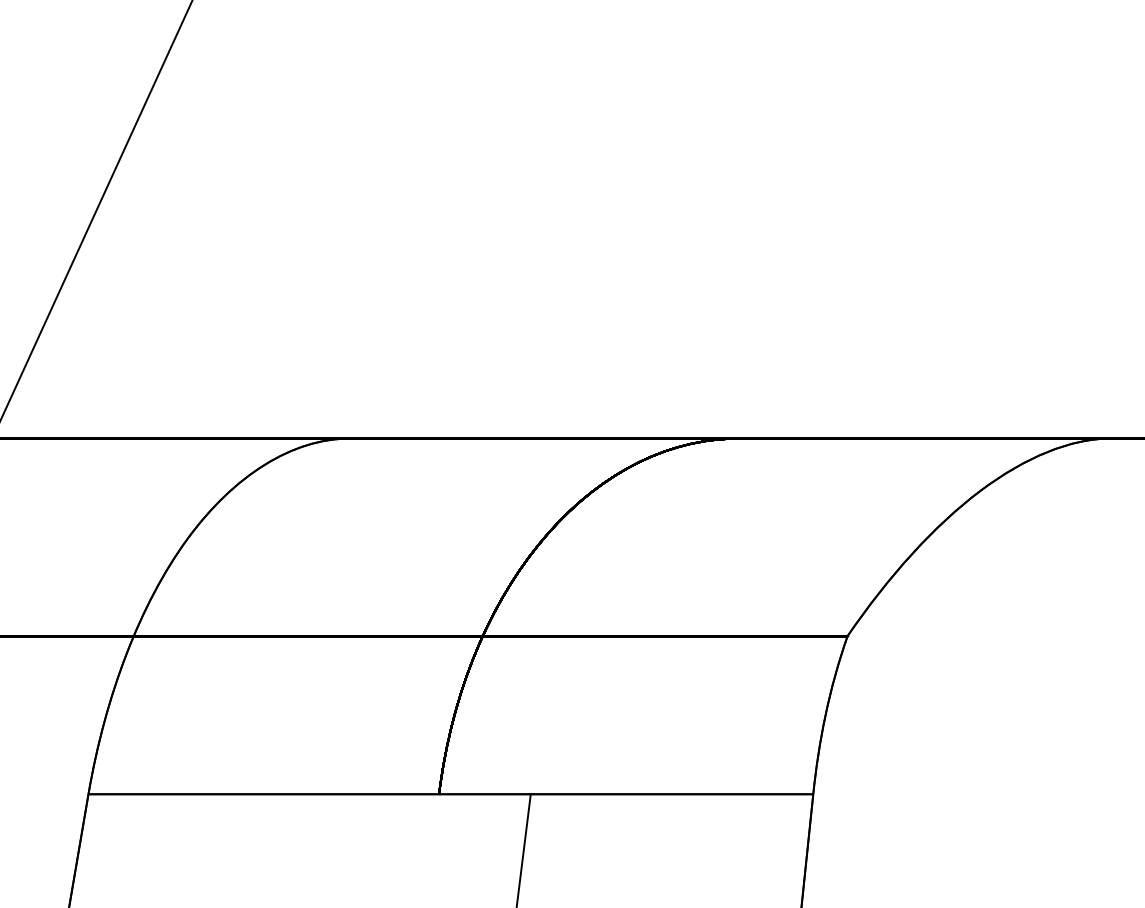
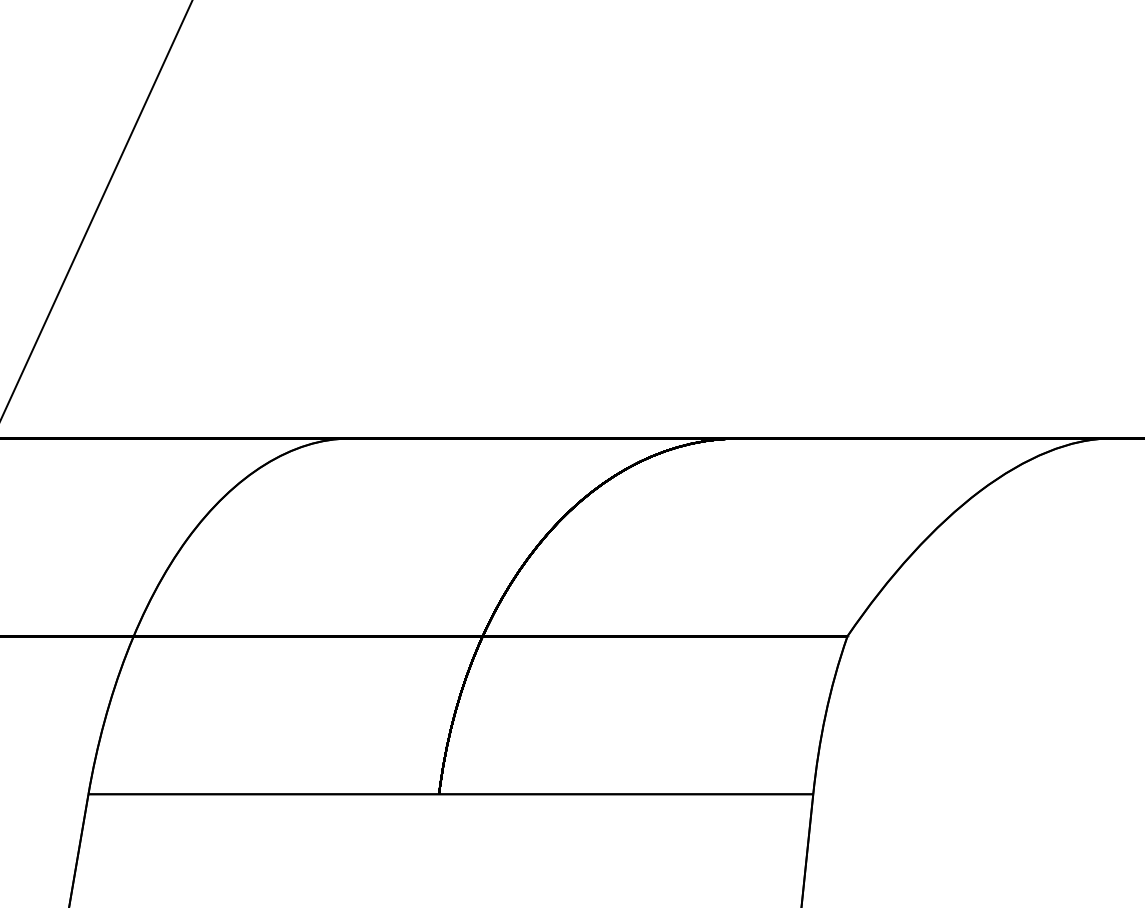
line at (523, 849): present -> none
